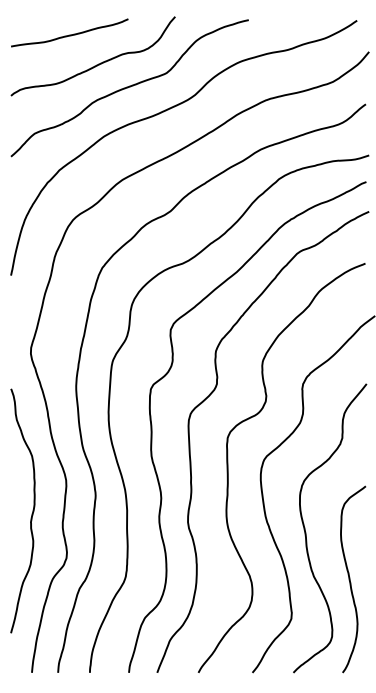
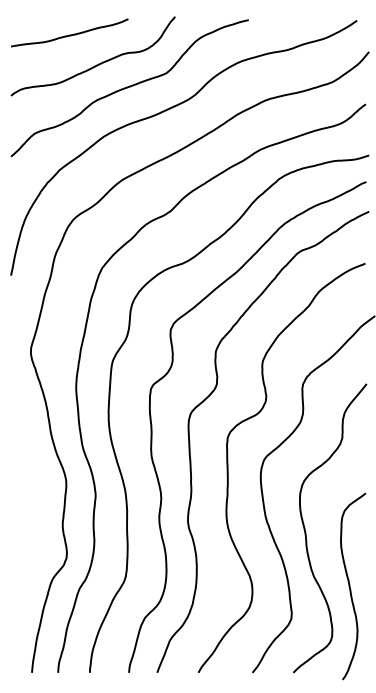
curve at (31, 513): present -> none
curve at (350, 579) position: (350, 579) -> (350, 586)
